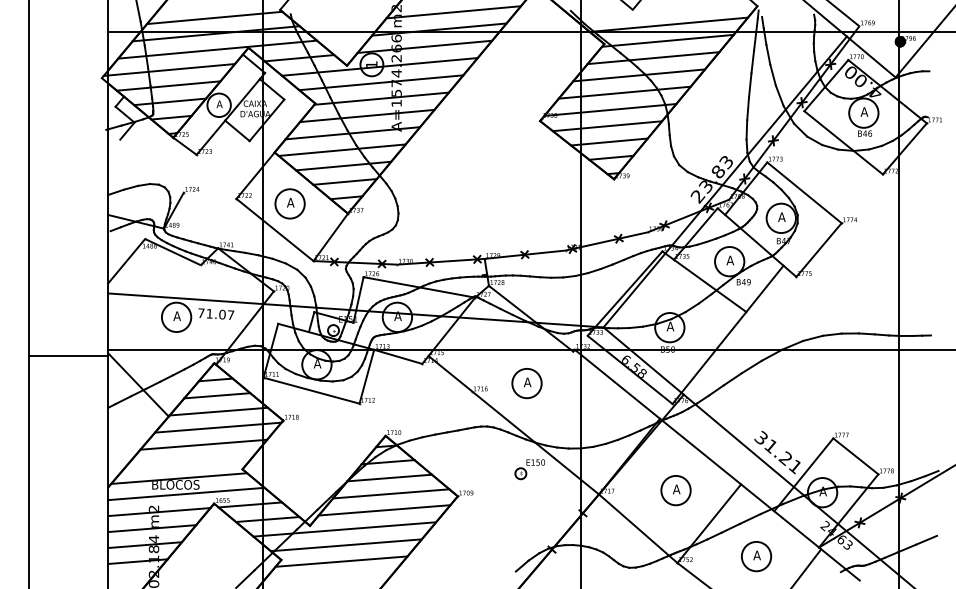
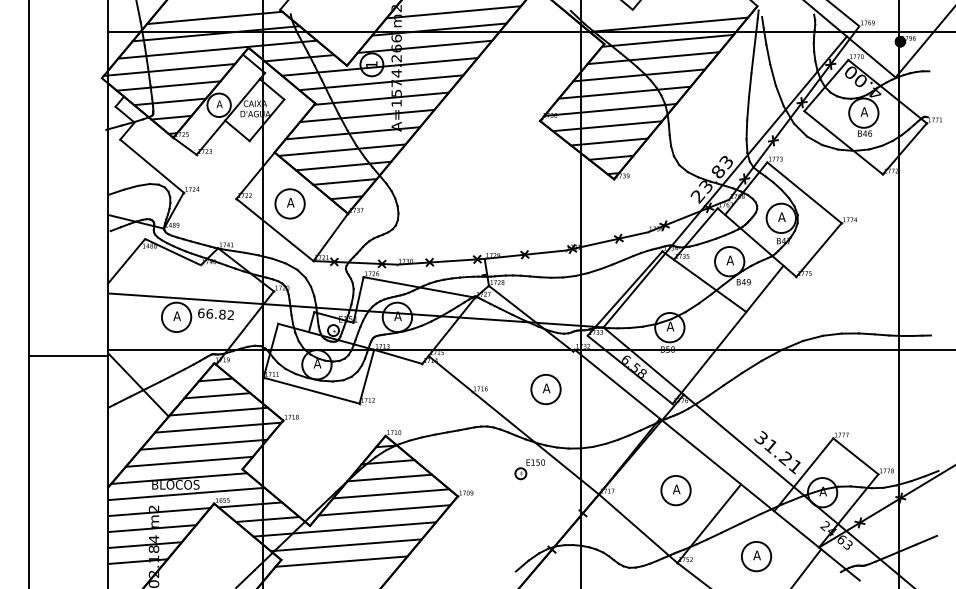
line at (151, 165): none -> present
text at (216, 314): 71.07 -> 66.82
part at (526, 383) position: (526, 383) -> (545, 389)
line at (188, 461): none -> present
